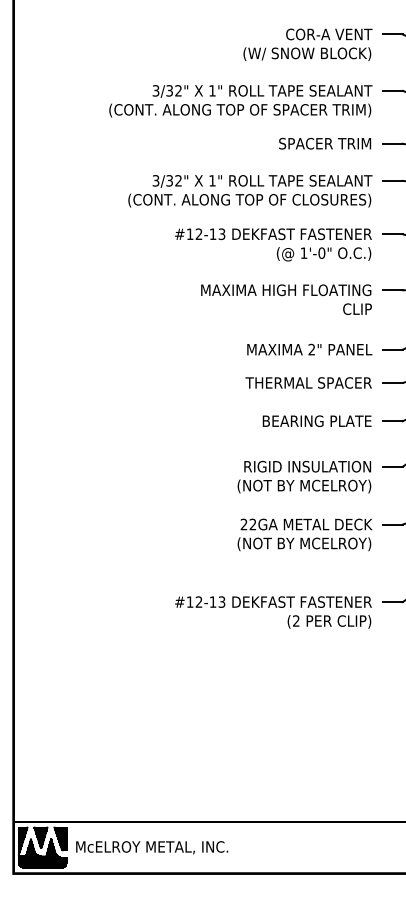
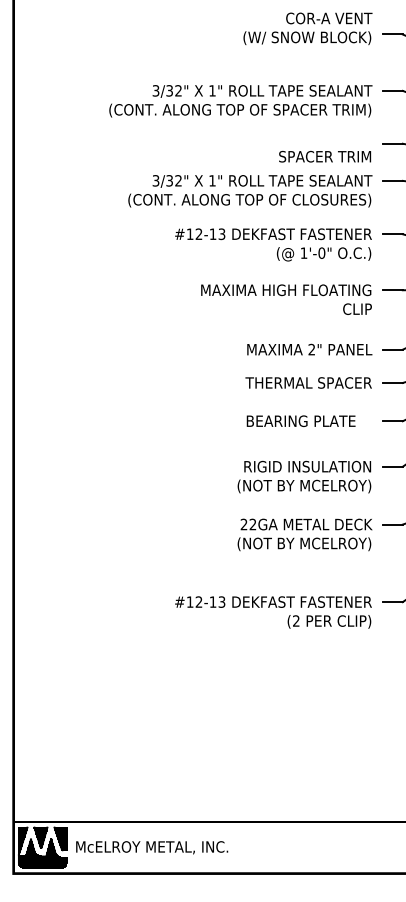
text at (307, 44) position: (307, 44) -> (307, 28)
text at (325, 143) position: (325, 143) -> (325, 156)
text at (316, 420) position: (316, 420) -> (300, 420)
